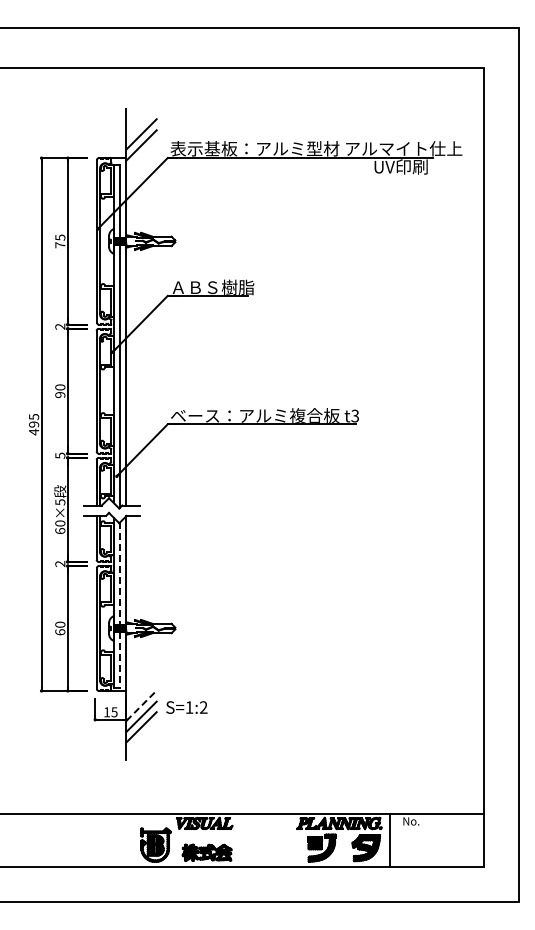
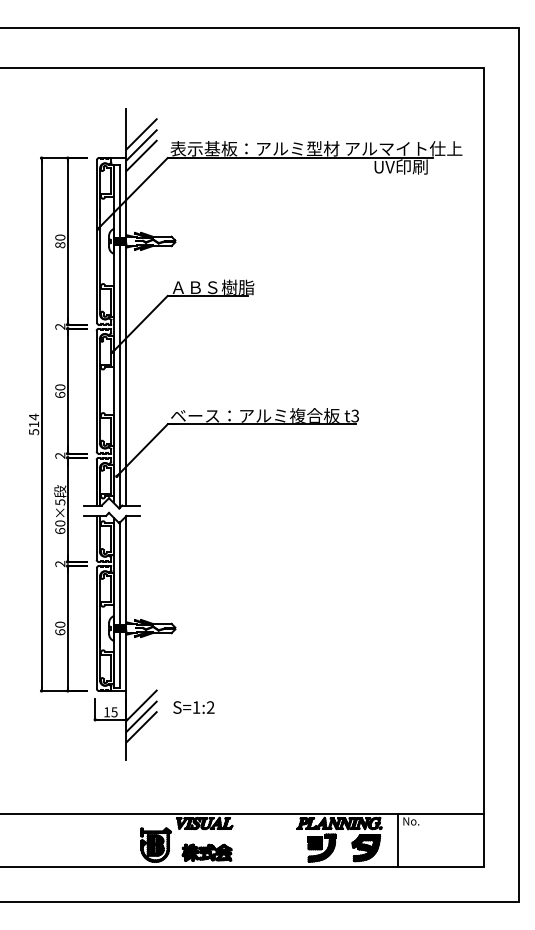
line at (141, 155): none -> present
text at (60, 241): 75 -> 80
text at (60, 394): 90 -> 60
text at (34, 424): 495 -> 514
text at (60, 455): 5 -> 2
line at (120, 605): dashed -> solid
line at (141, 705): dashed -> solid
text at (186, 707) position: (186, 707) -> (193, 707)
line at (389, 839) position: (389, 839) -> (397, 839)
